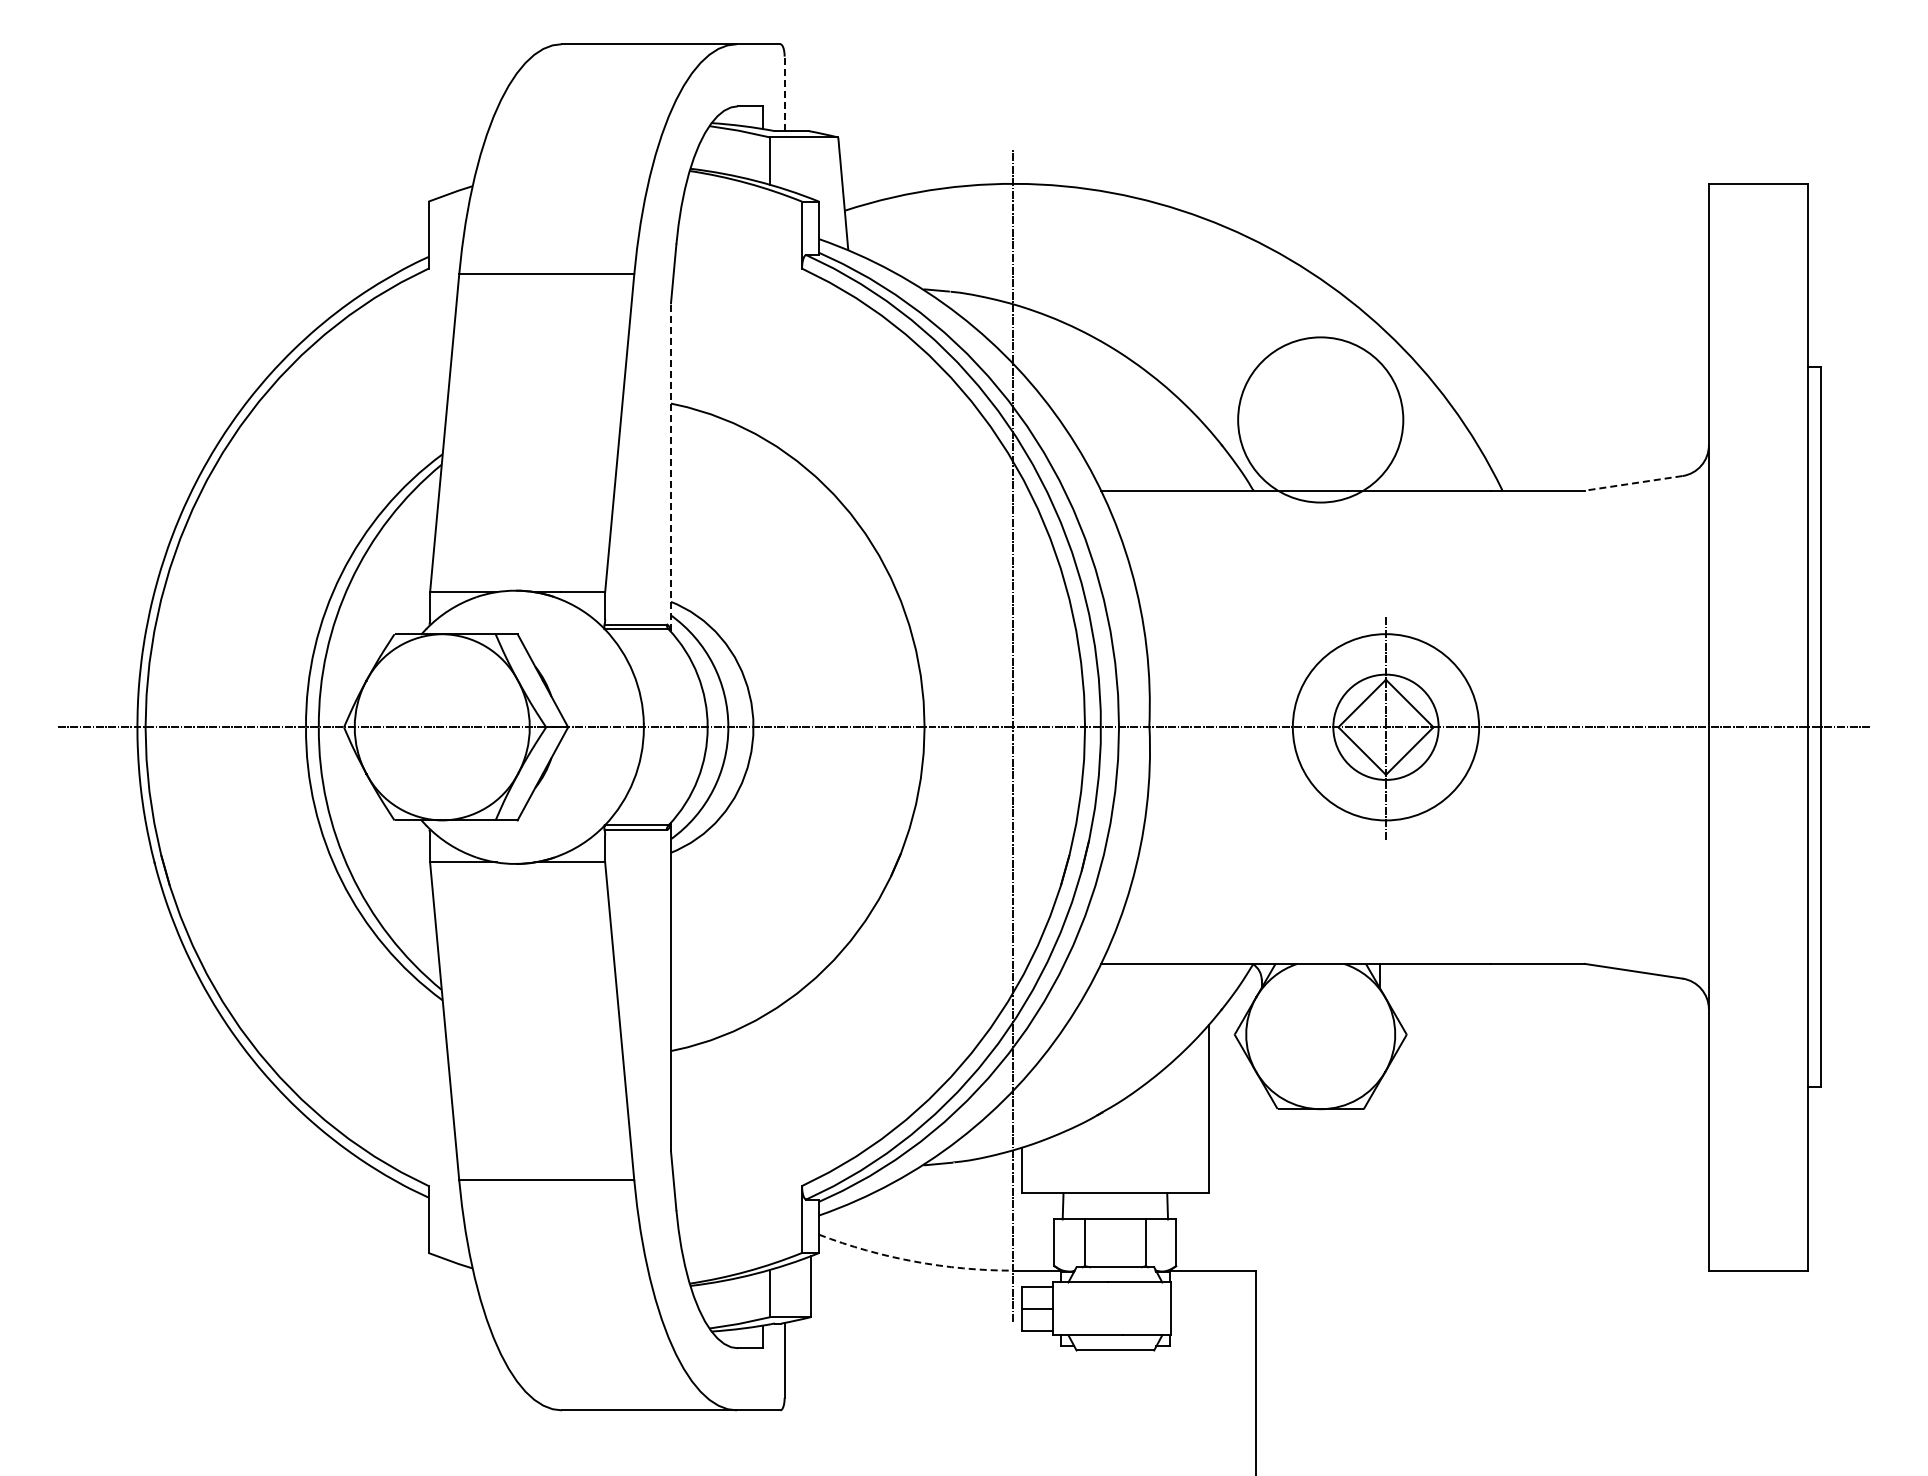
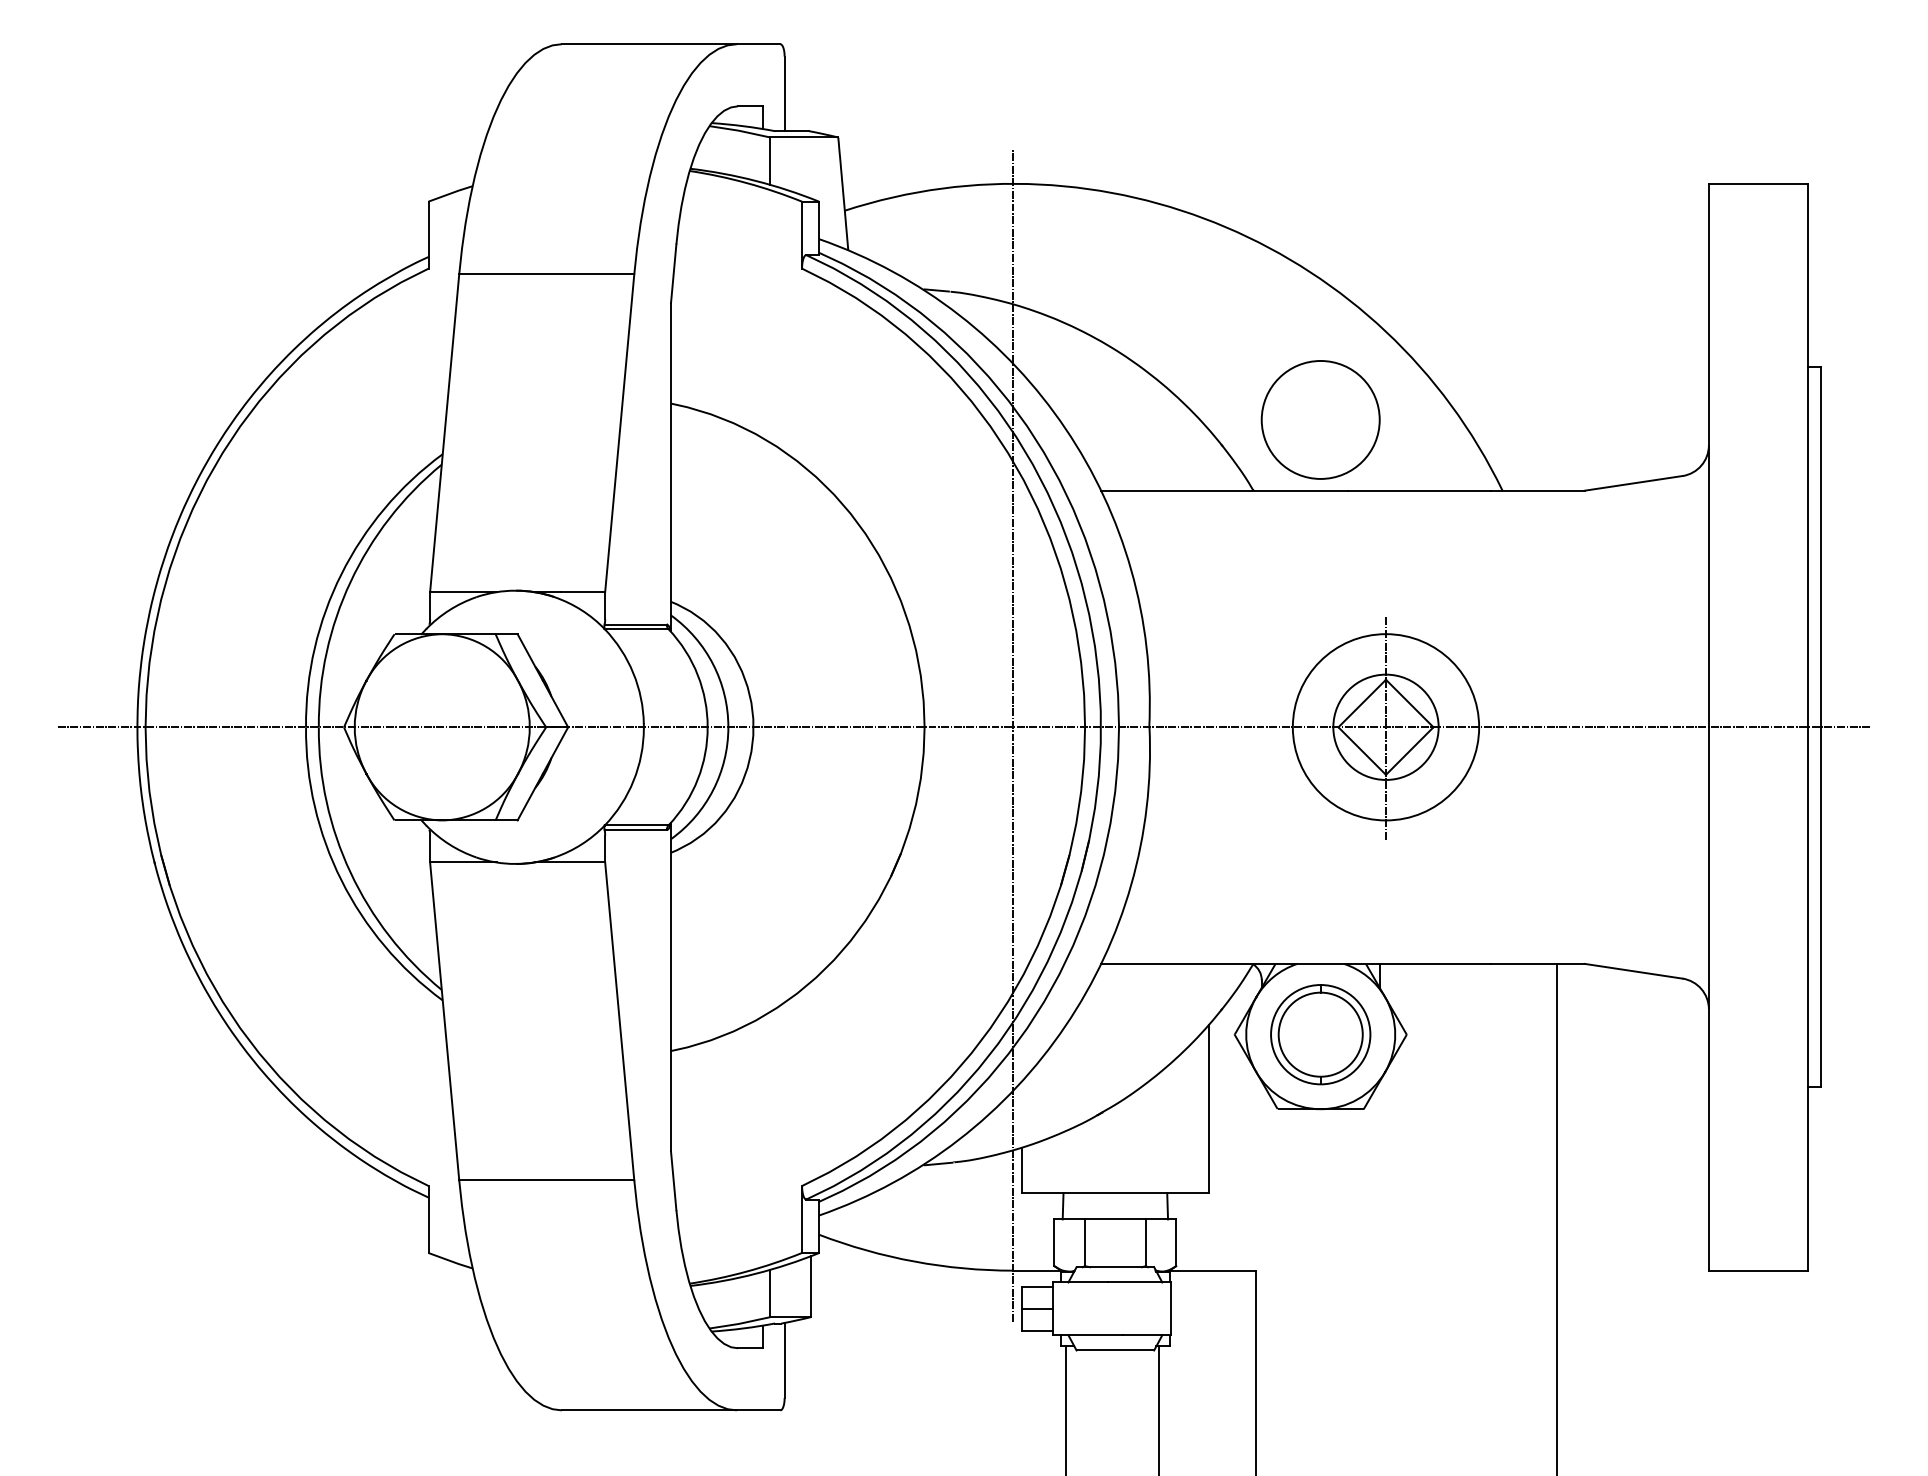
line at (784, 93): dashed -> solid
circle at (1320, 419) diameter: 165 px -> 118 px
line at (671, 466): dashed -> solid
line at (1633, 483): dashed -> solid
part at (1320, 1034): none -> present
line at (1556, 1217): none -> present
arc at (914, 1261): dashed -> solid
line at (1066, 1409): none -> present
line at (1159, 1409): none -> present
